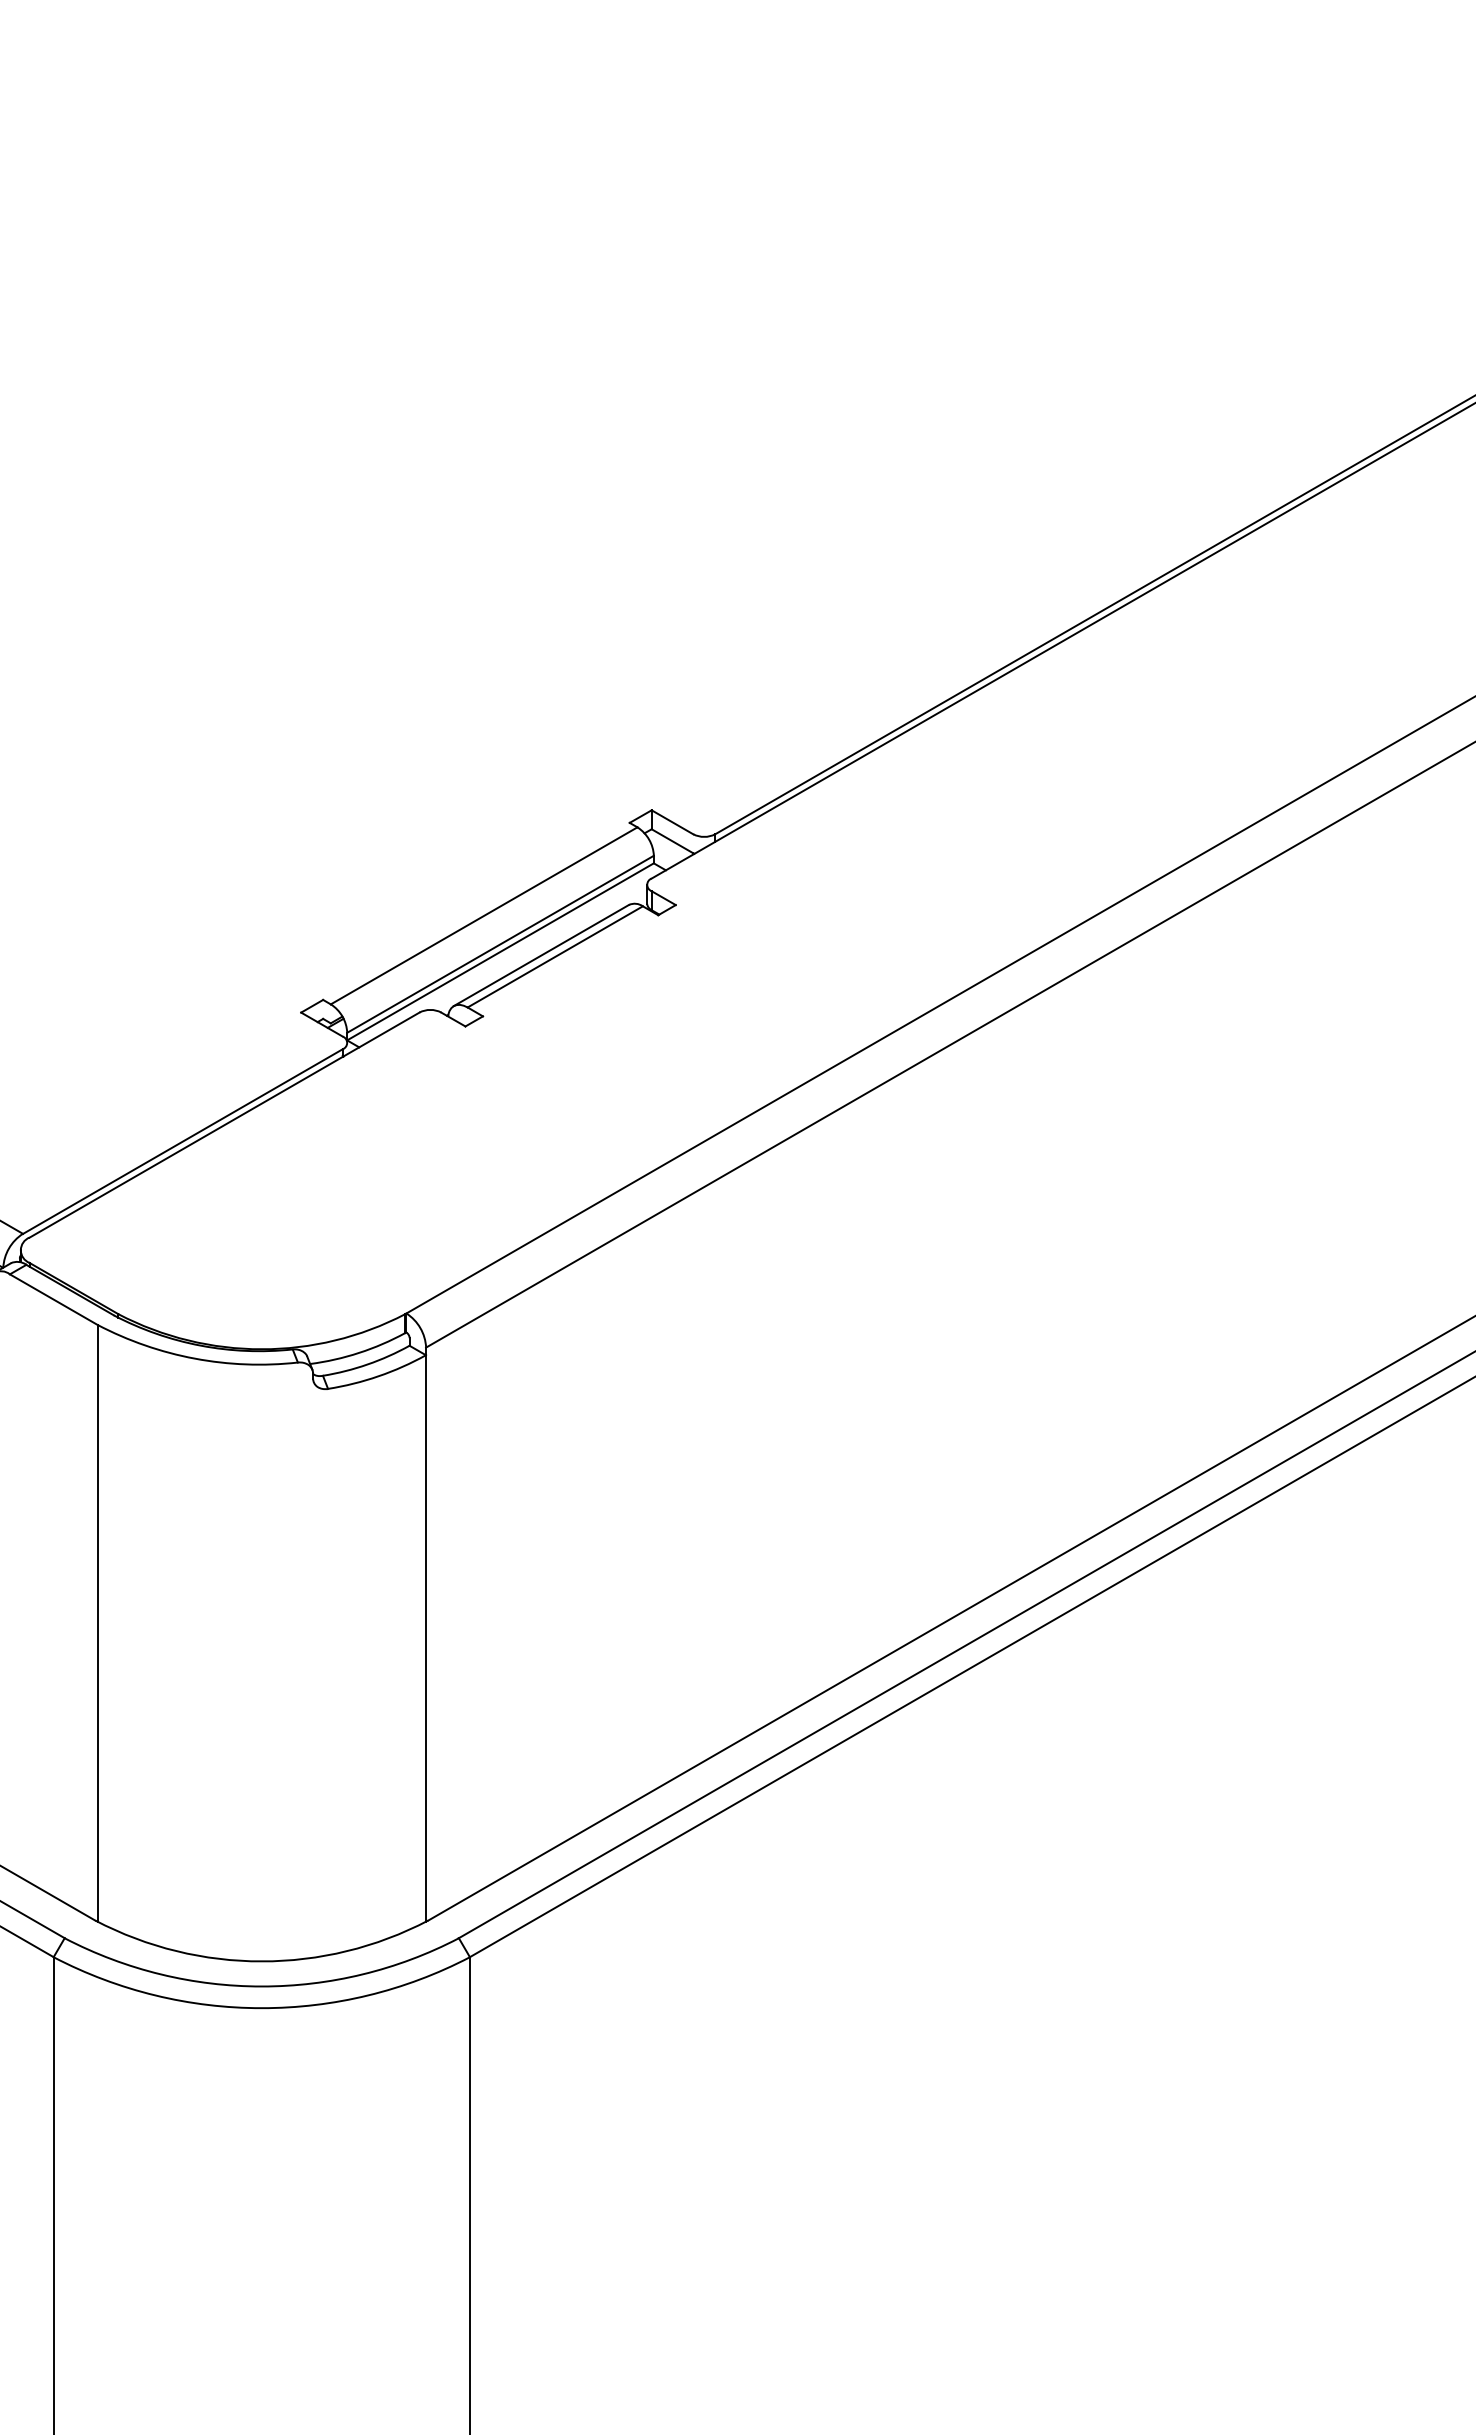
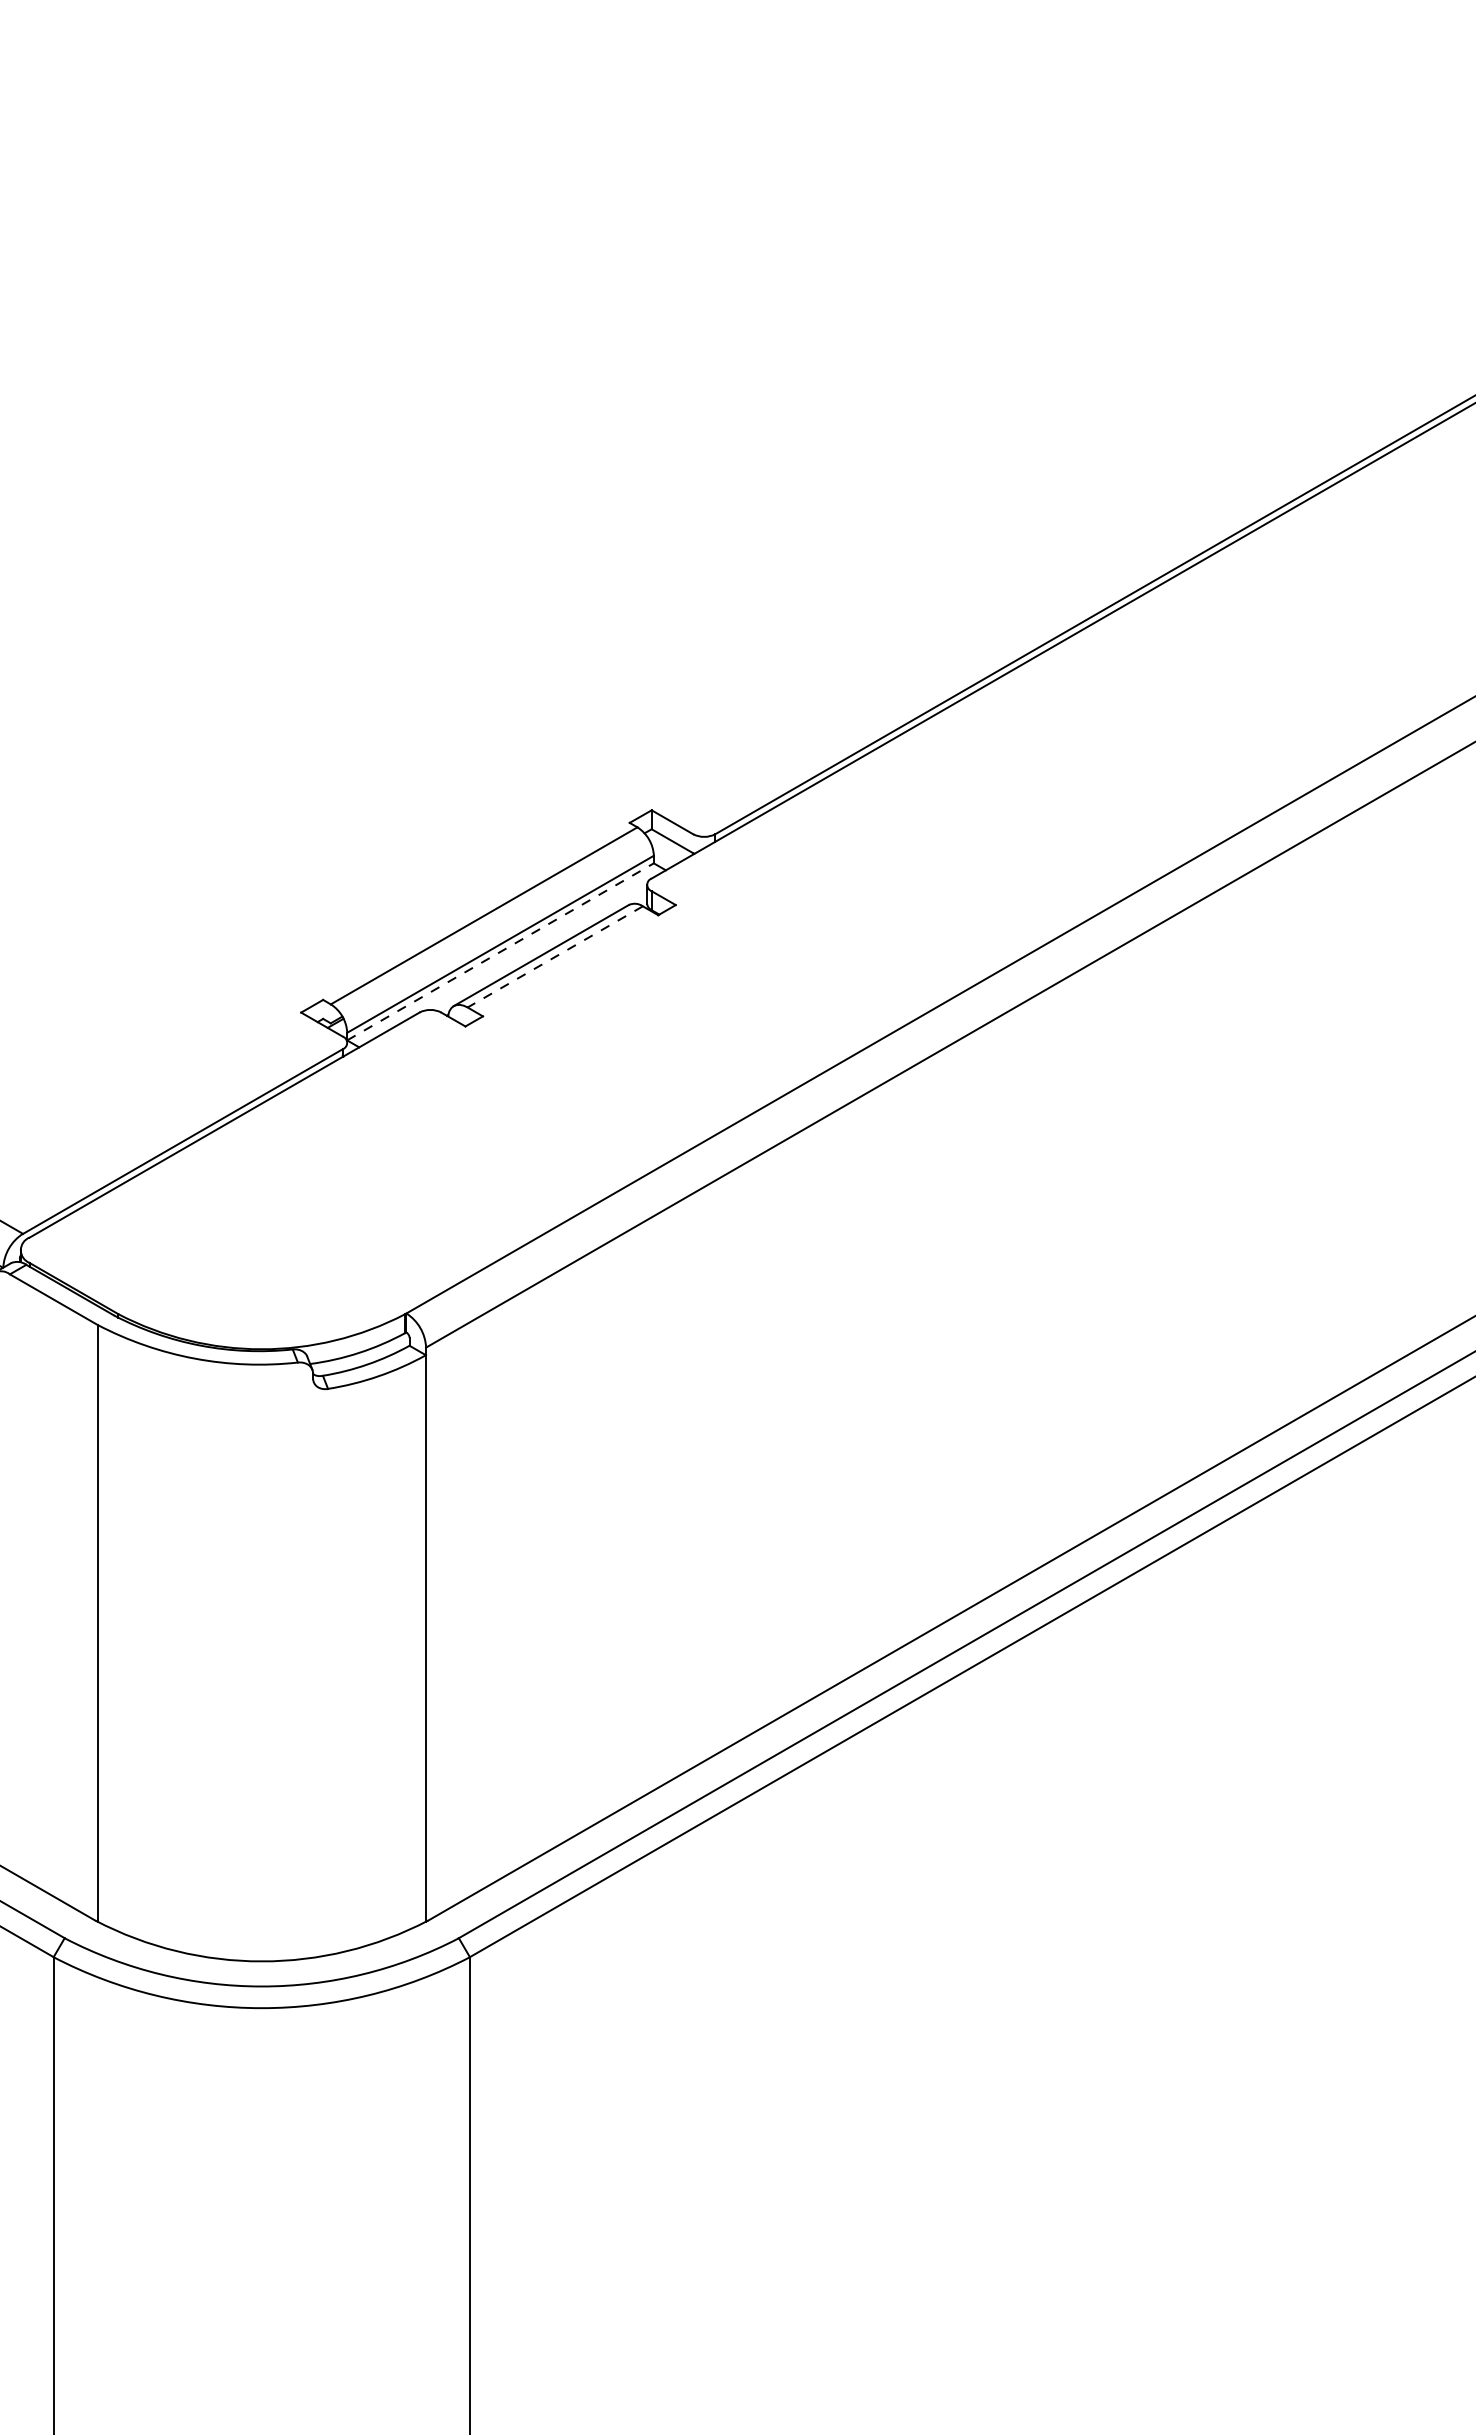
line at (500, 951): solid -> dashed
line at (554, 957): solid -> dashed
